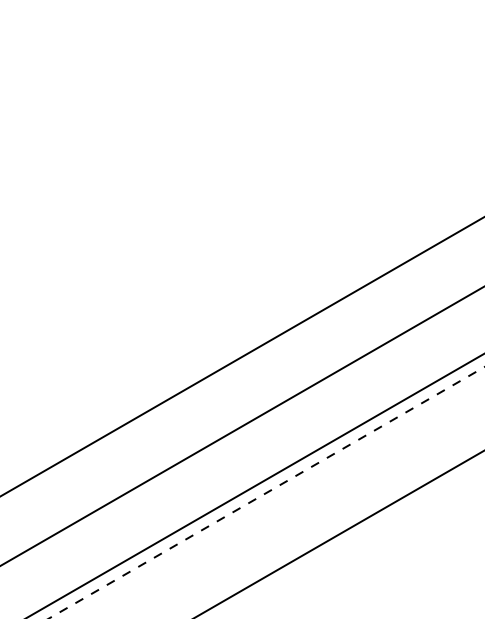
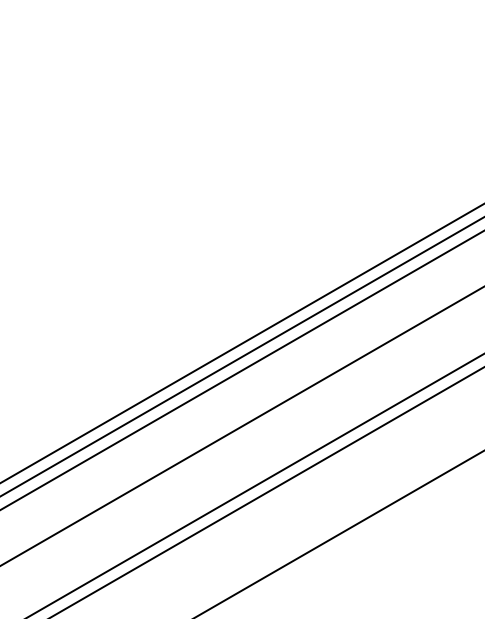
line at (241, 343): none -> present
line at (241, 370): none -> present
line at (266, 493): dashed -> solid
